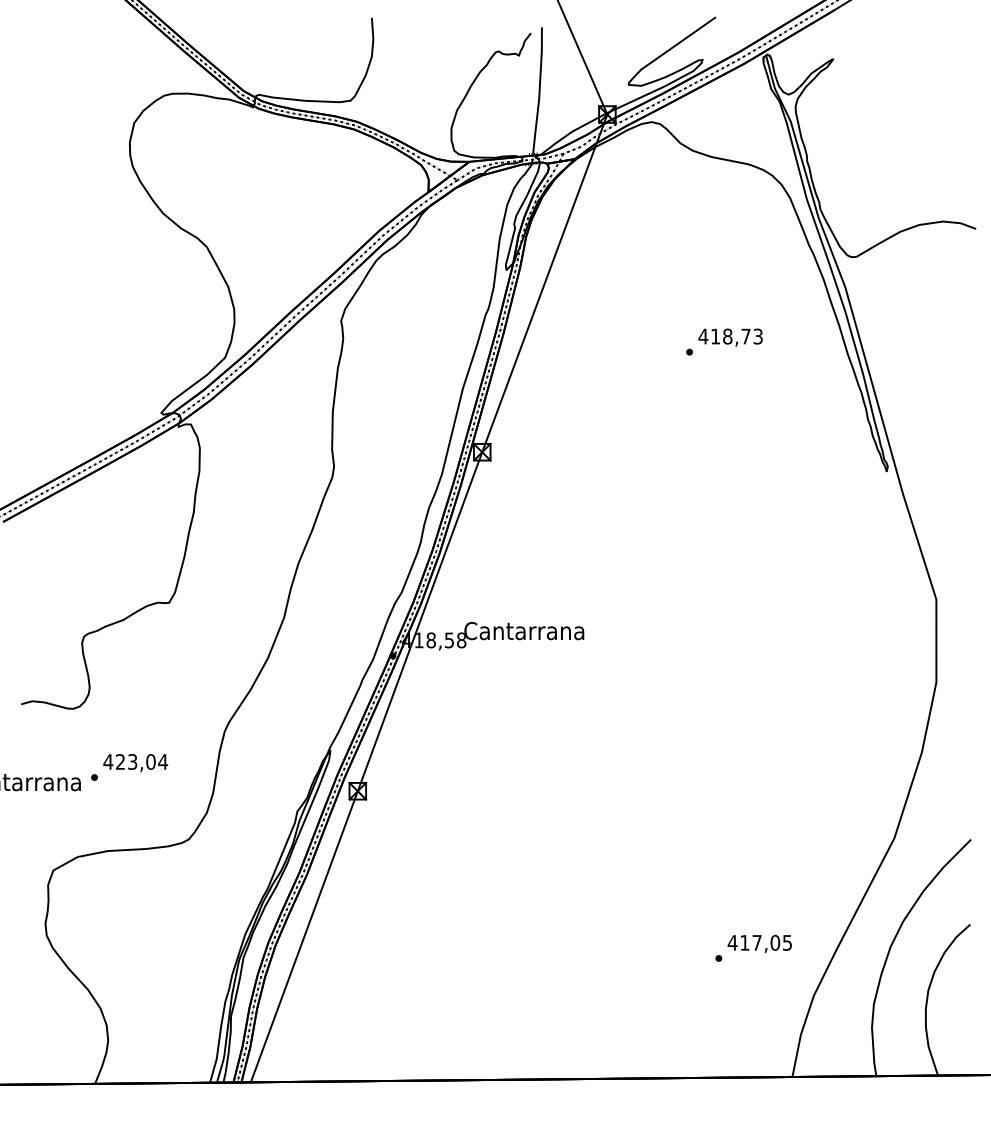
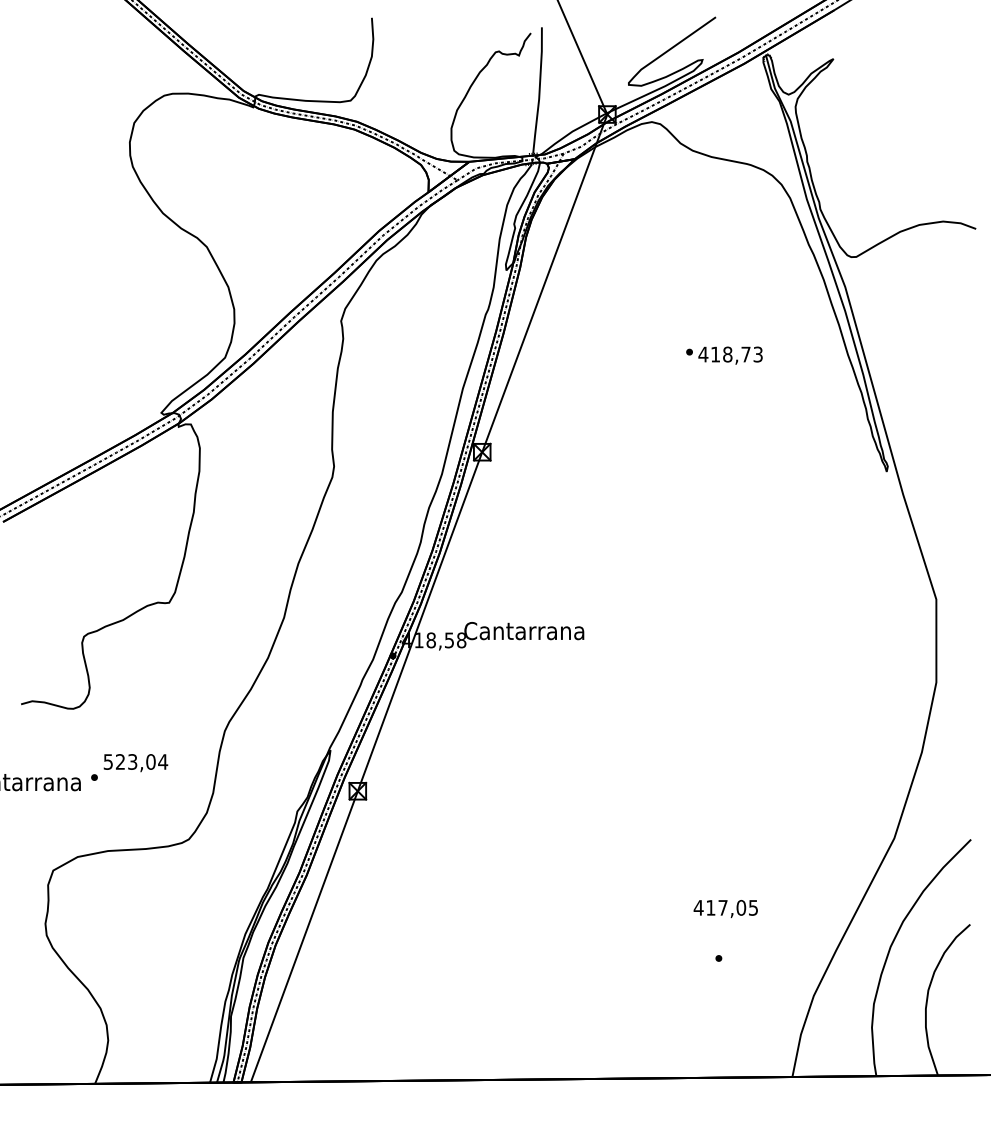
text at (730, 337) position: (730, 337) -> (730, 355)
text at (108, 761): 423,04 -> 523,04
text at (759, 943) position: (759, 943) -> (725, 908)
